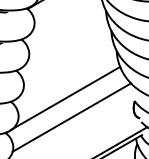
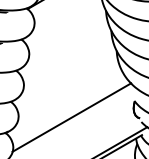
line at (65, 98): present -> none
